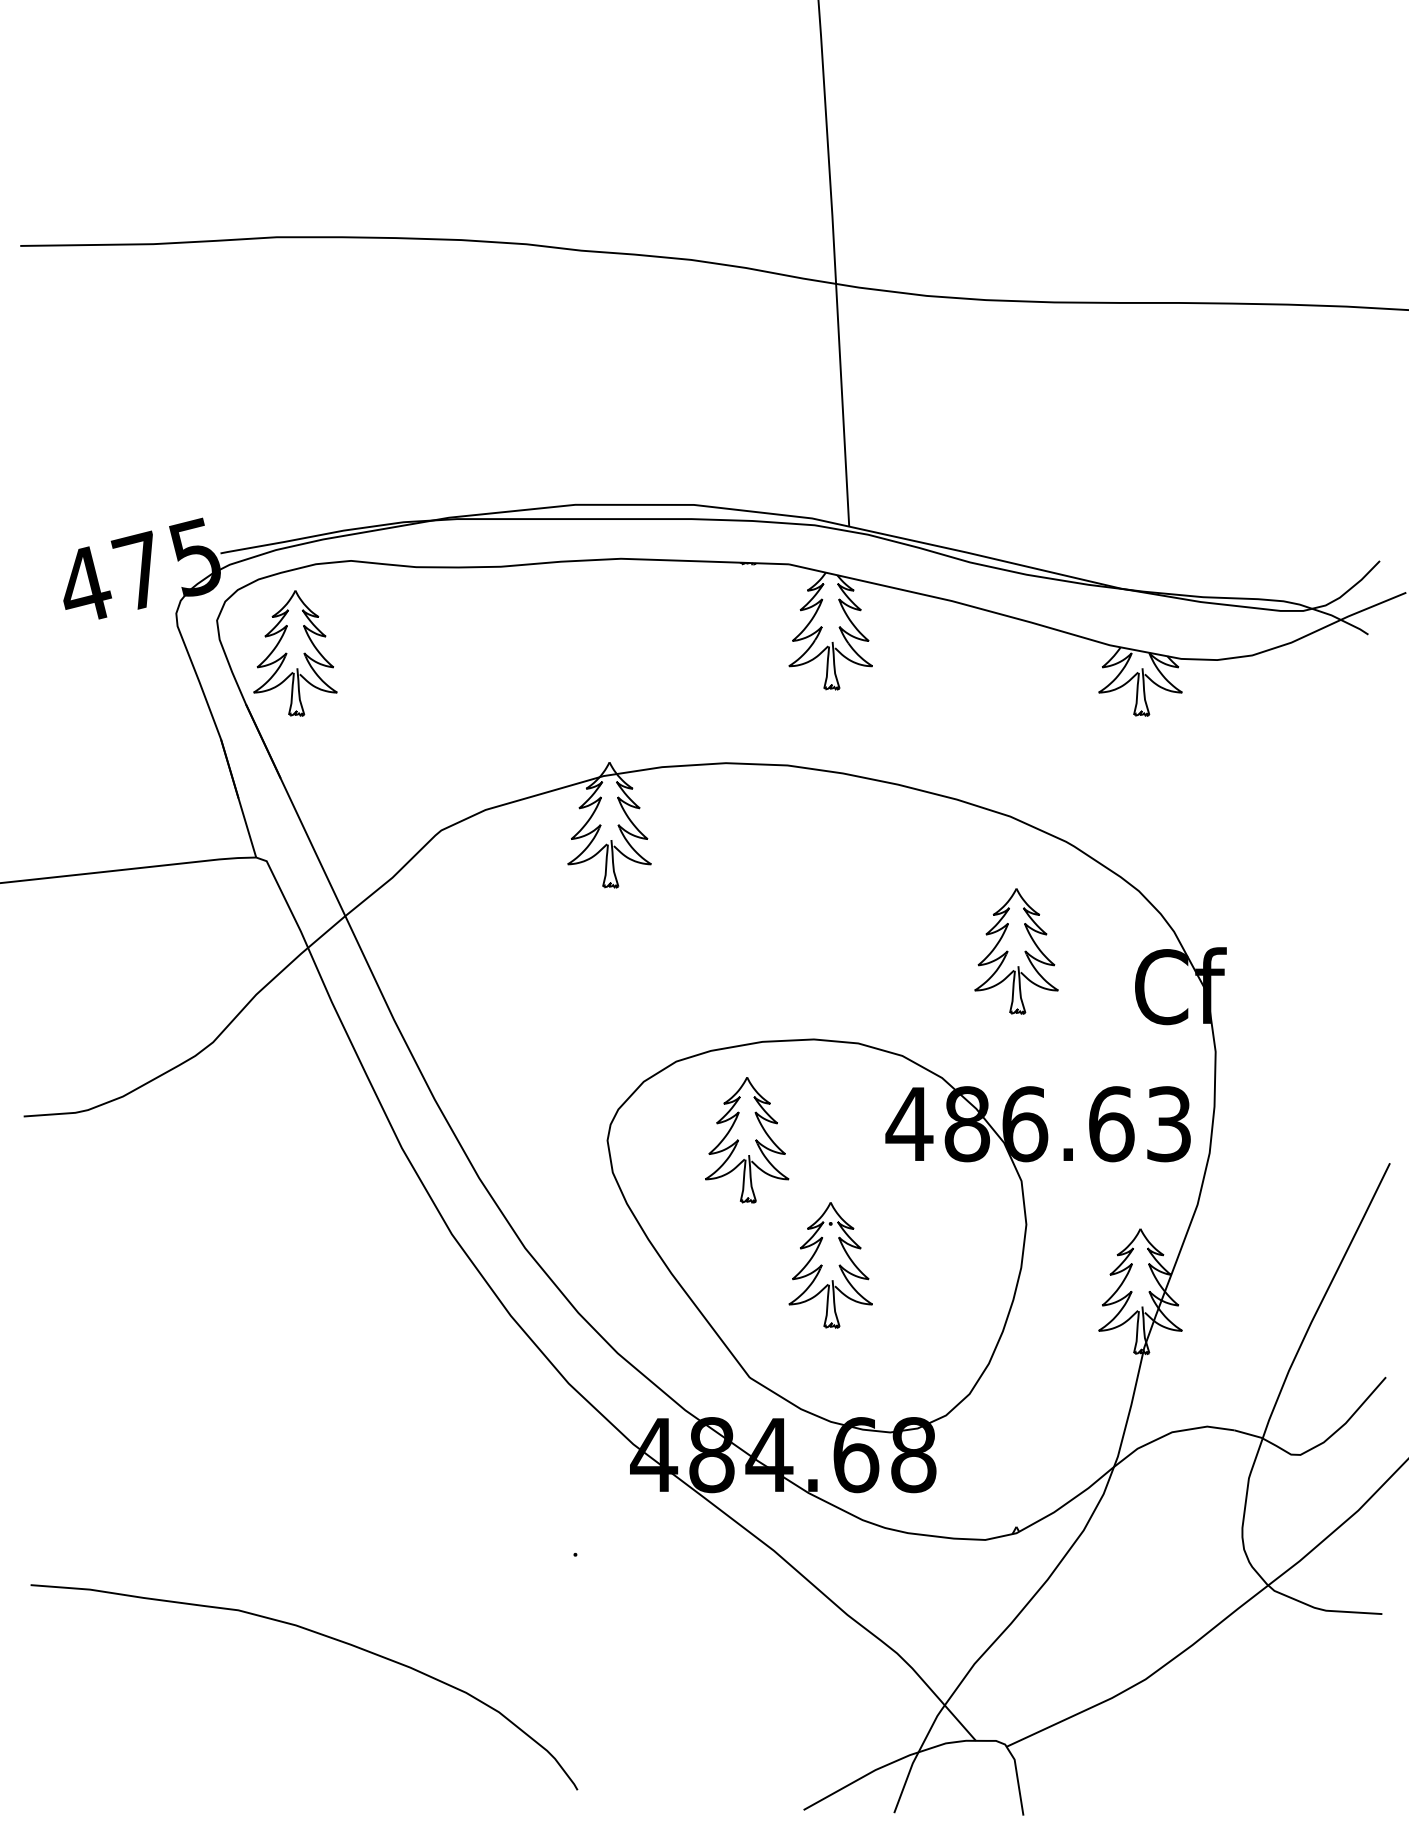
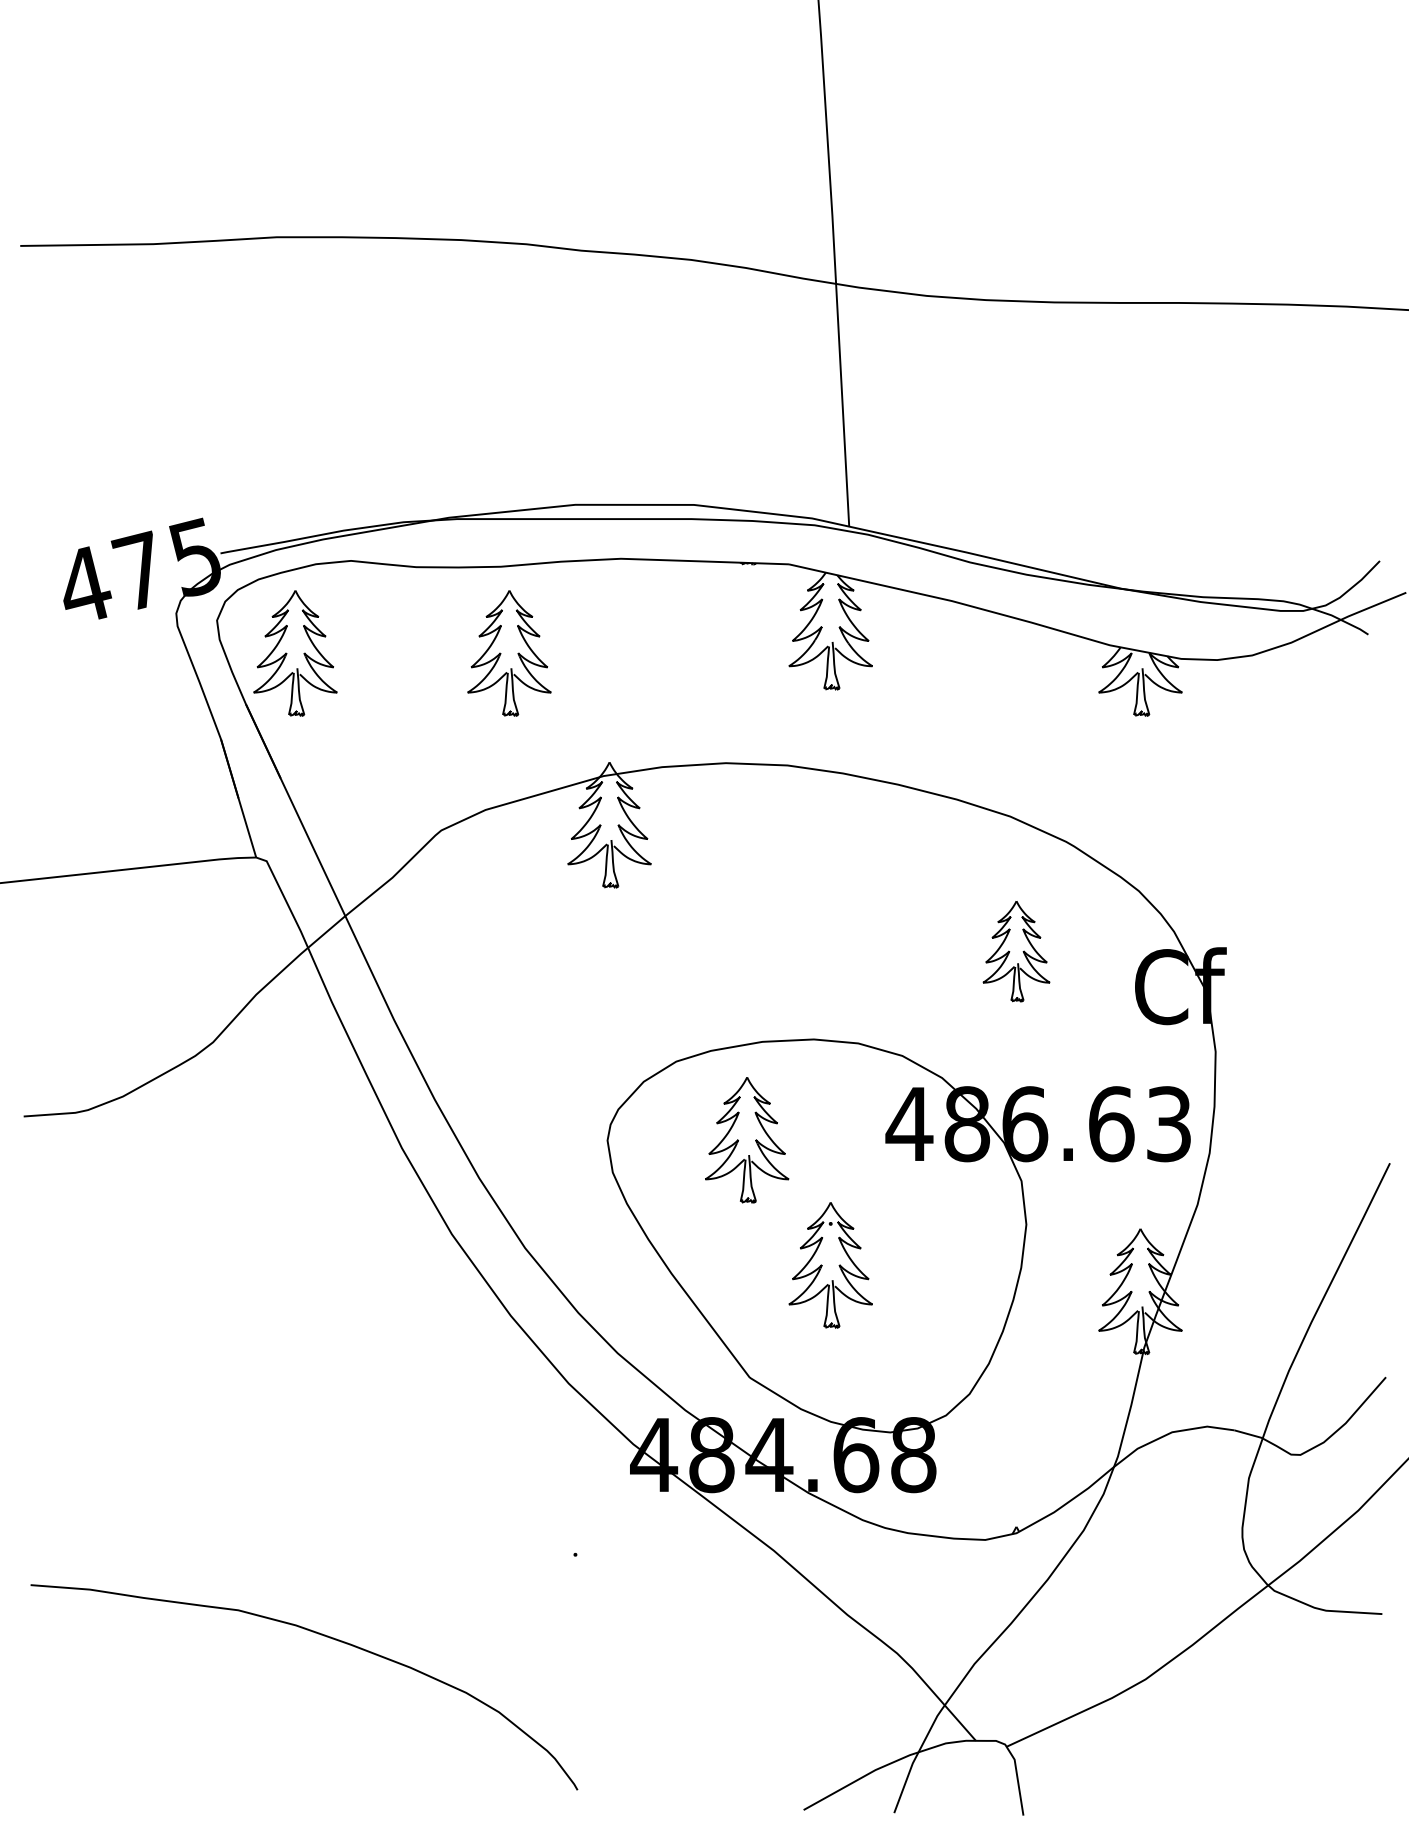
part at (509, 653): none -> present
part at (1016, 951) size: 85x127 px -> 69x102 px
